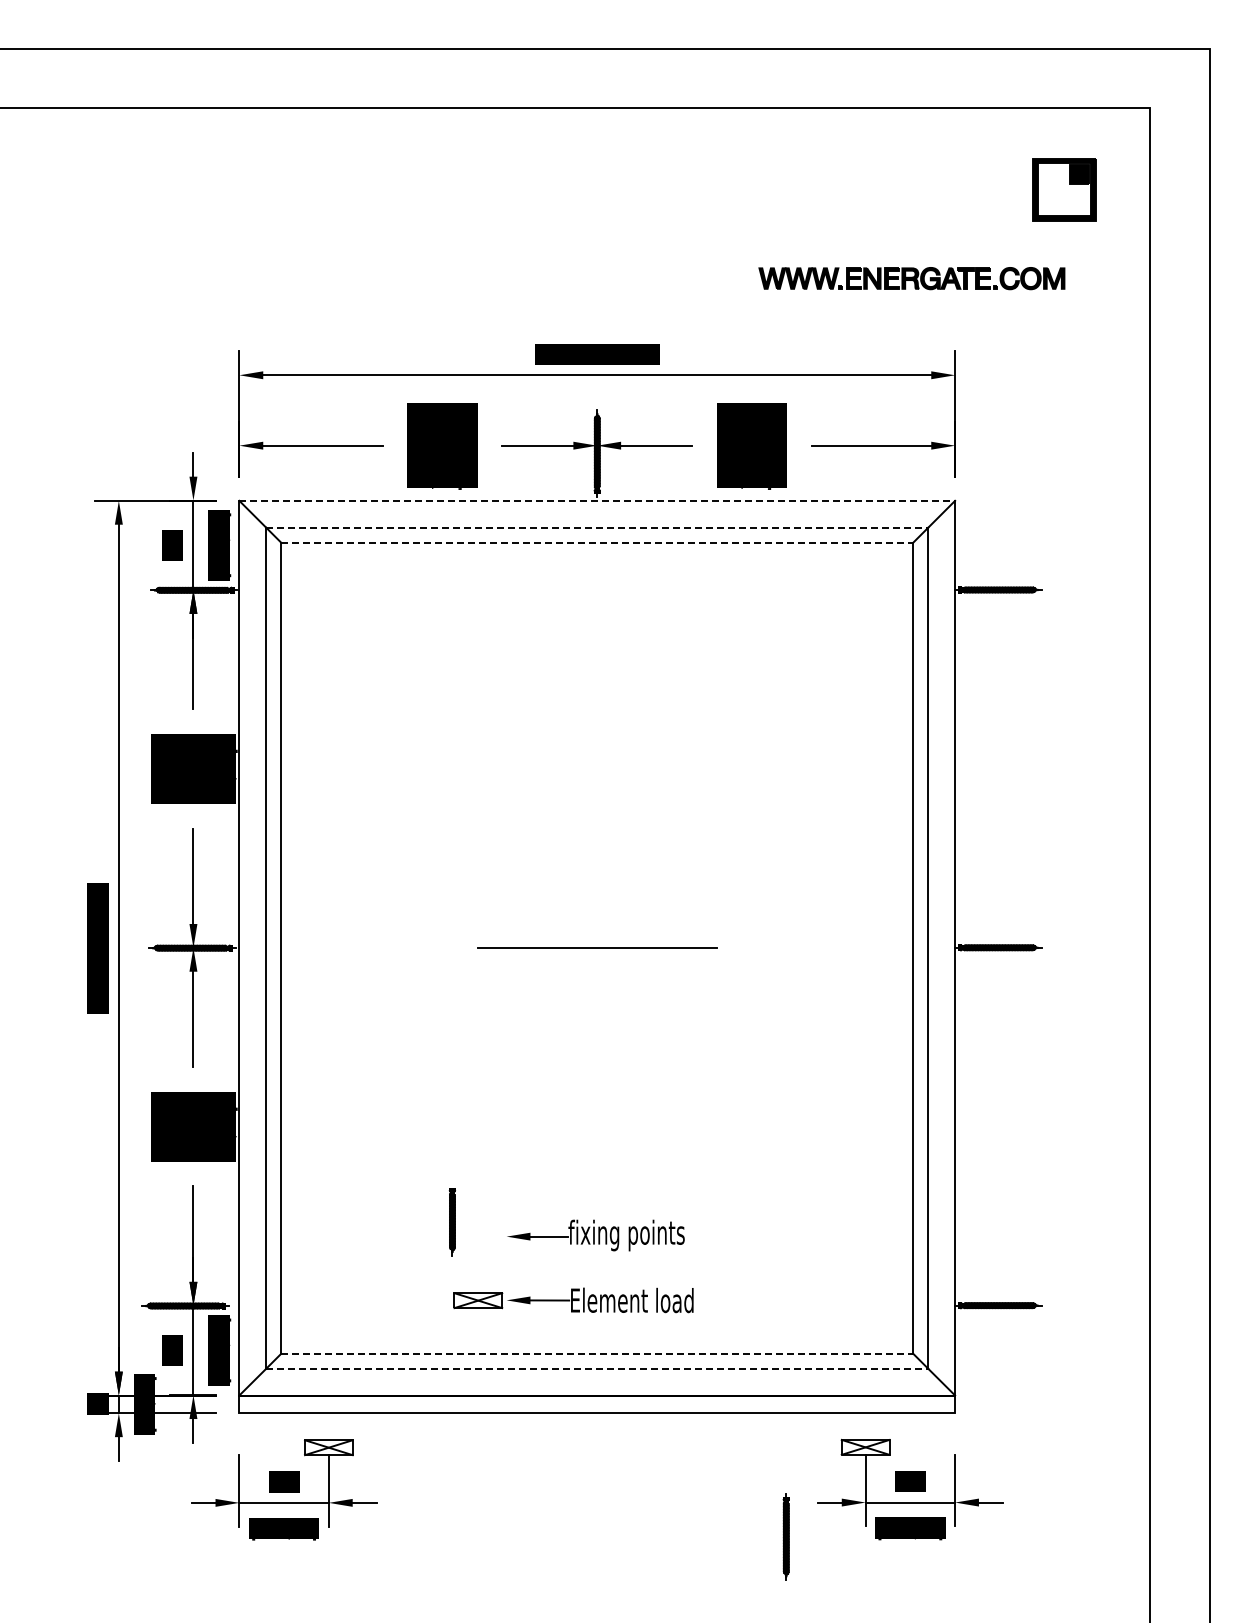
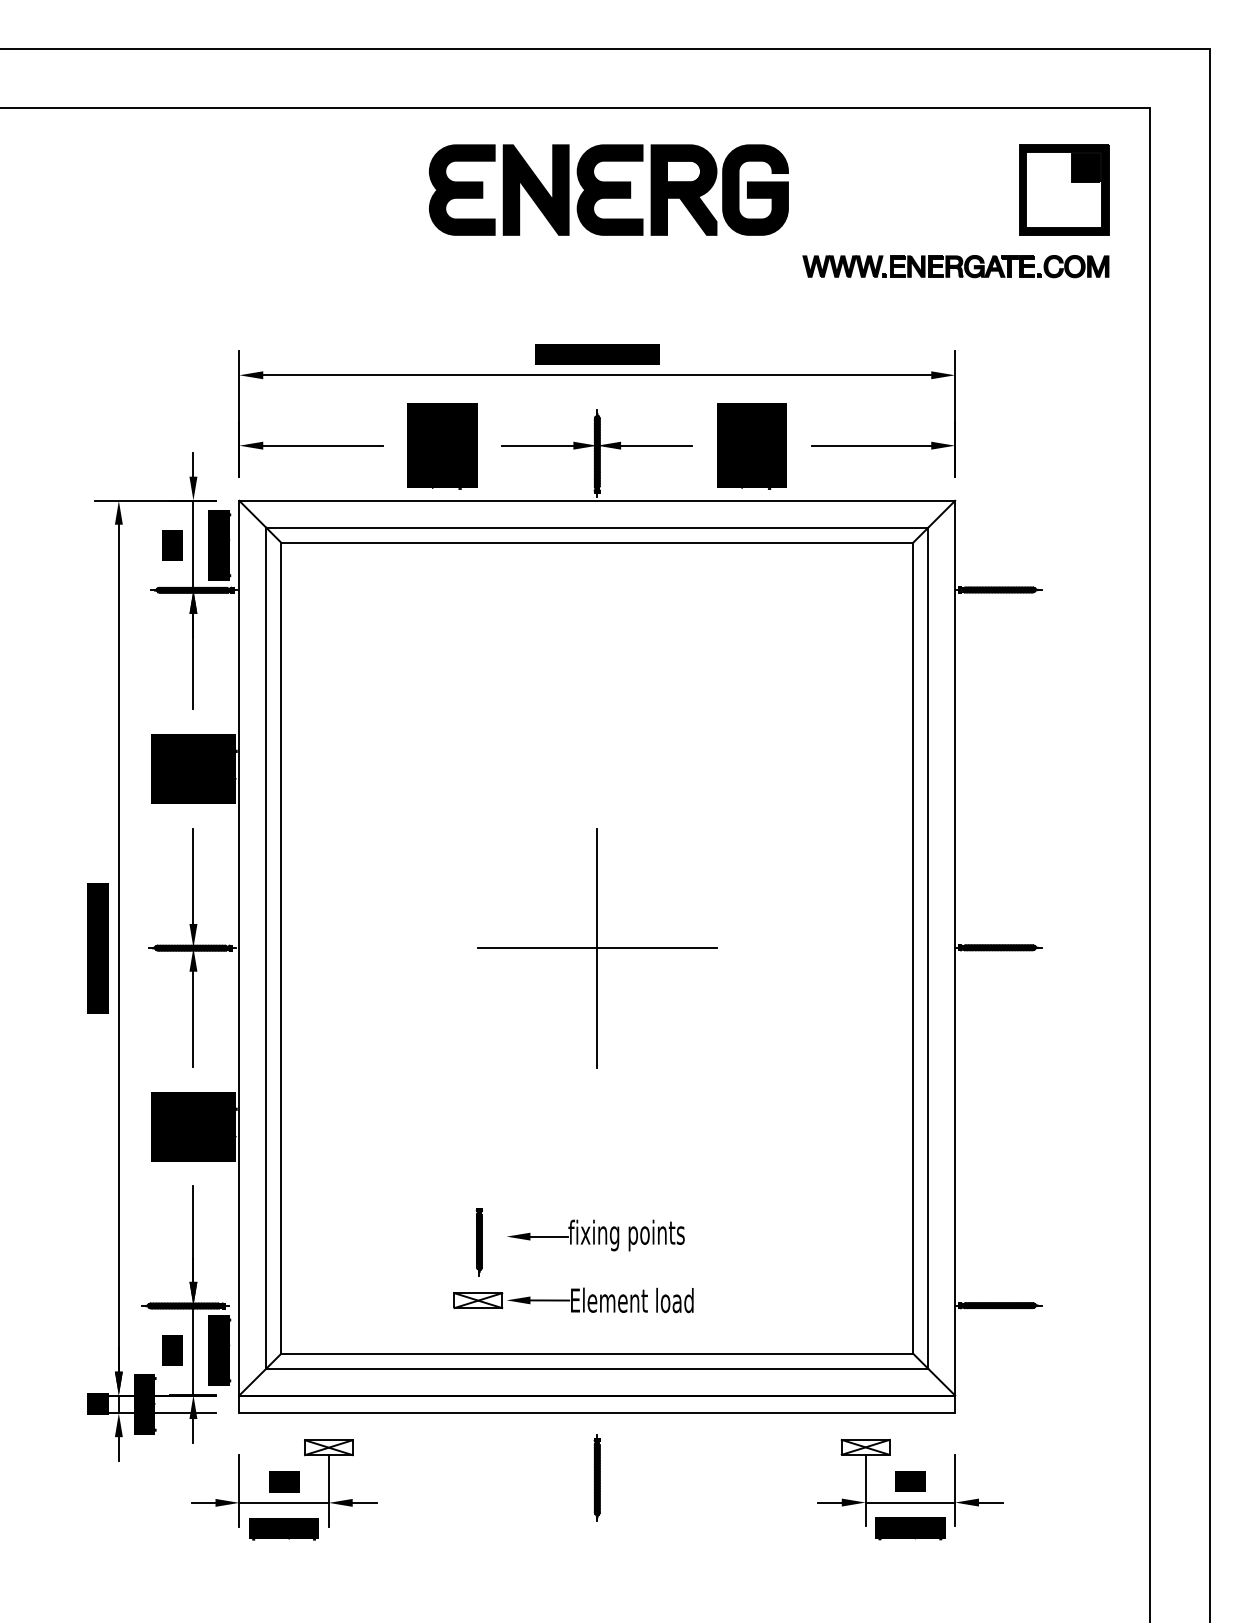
part at (608, 189): none -> present
part at (1064, 189) size: 65x64 px -> 91x92 px
part at (911, 278) position: (911, 278) -> (955, 266)
line at (597, 500): dashed -> solid
line at (597, 527): dashed -> solid
line at (597, 542): dashed -> solid
line at (597, 947): none -> present
part at (451, 1222) position: (451, 1222) -> (478, 1242)
line at (597, 1353): dashed -> solid
line at (597, 1368): dashed -> solid
part at (785, 1536) position: (785, 1536) -> (596, 1477)
